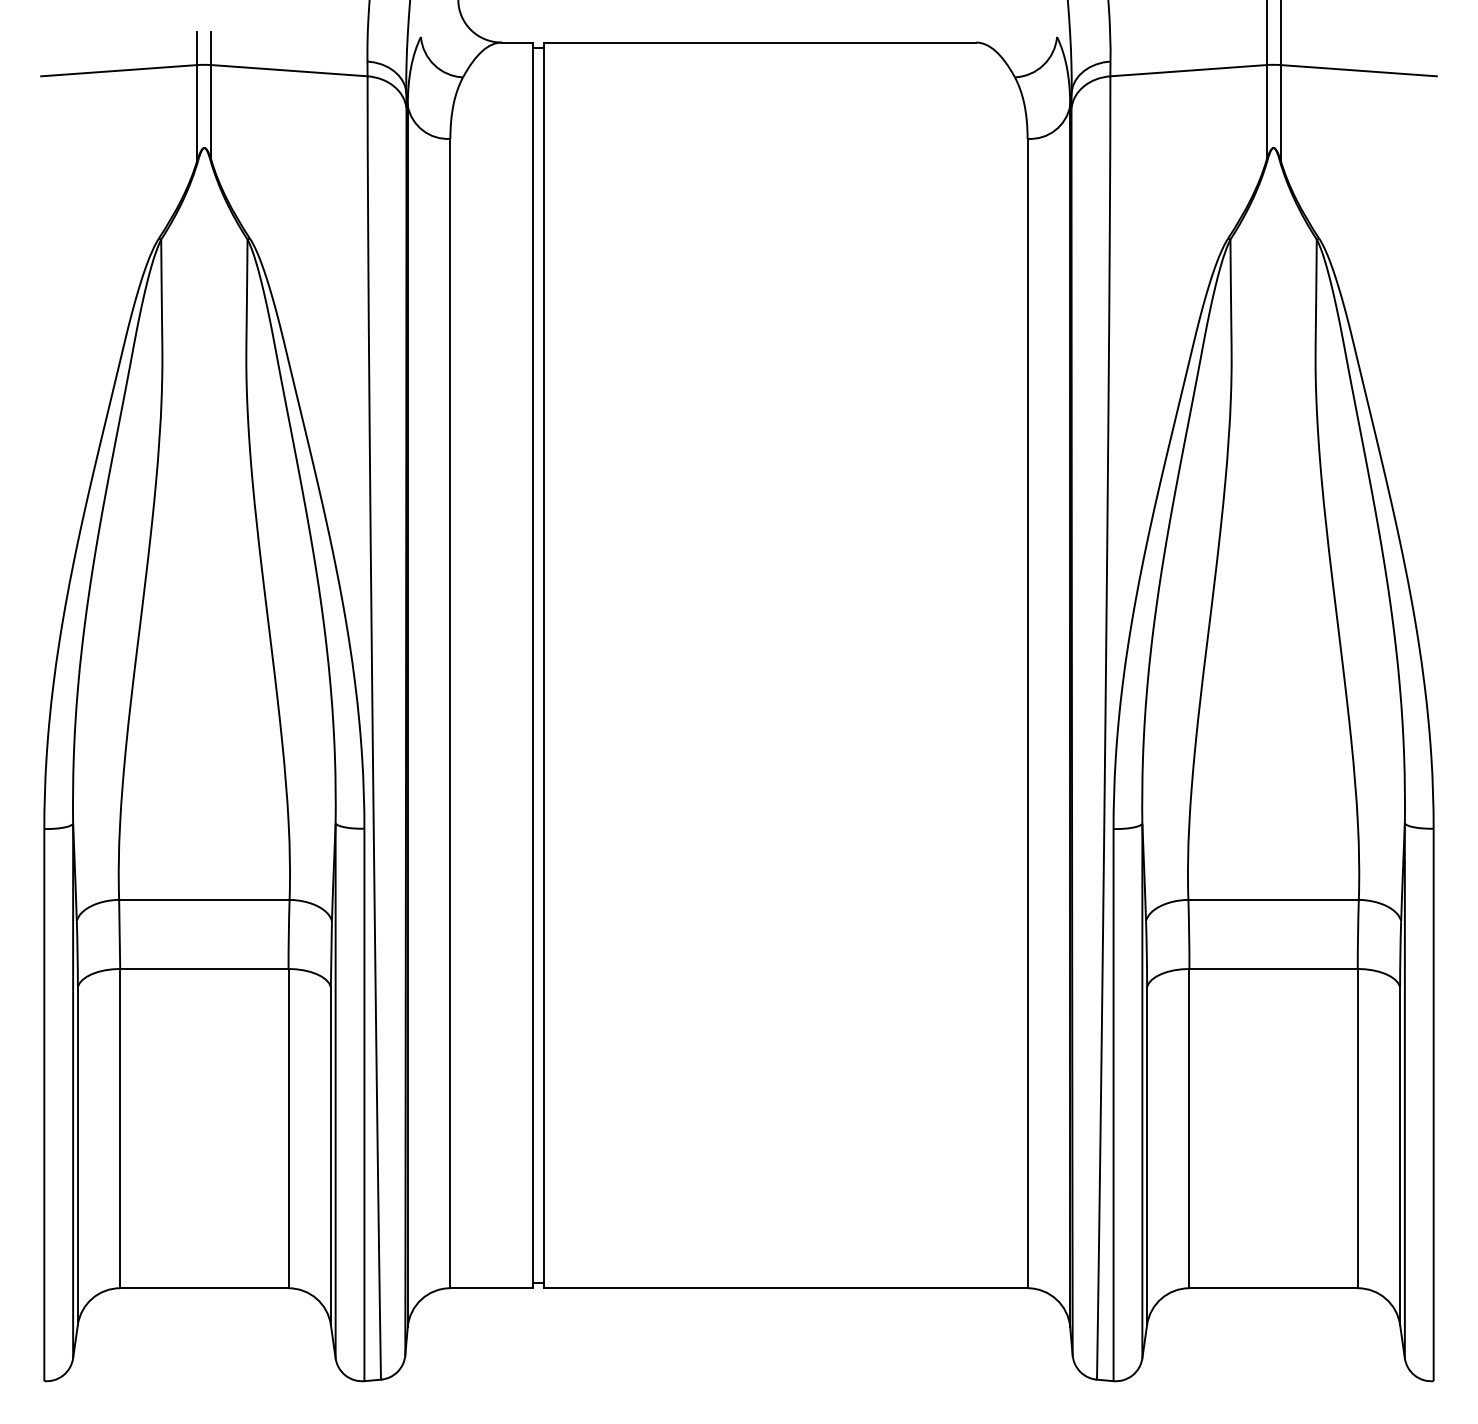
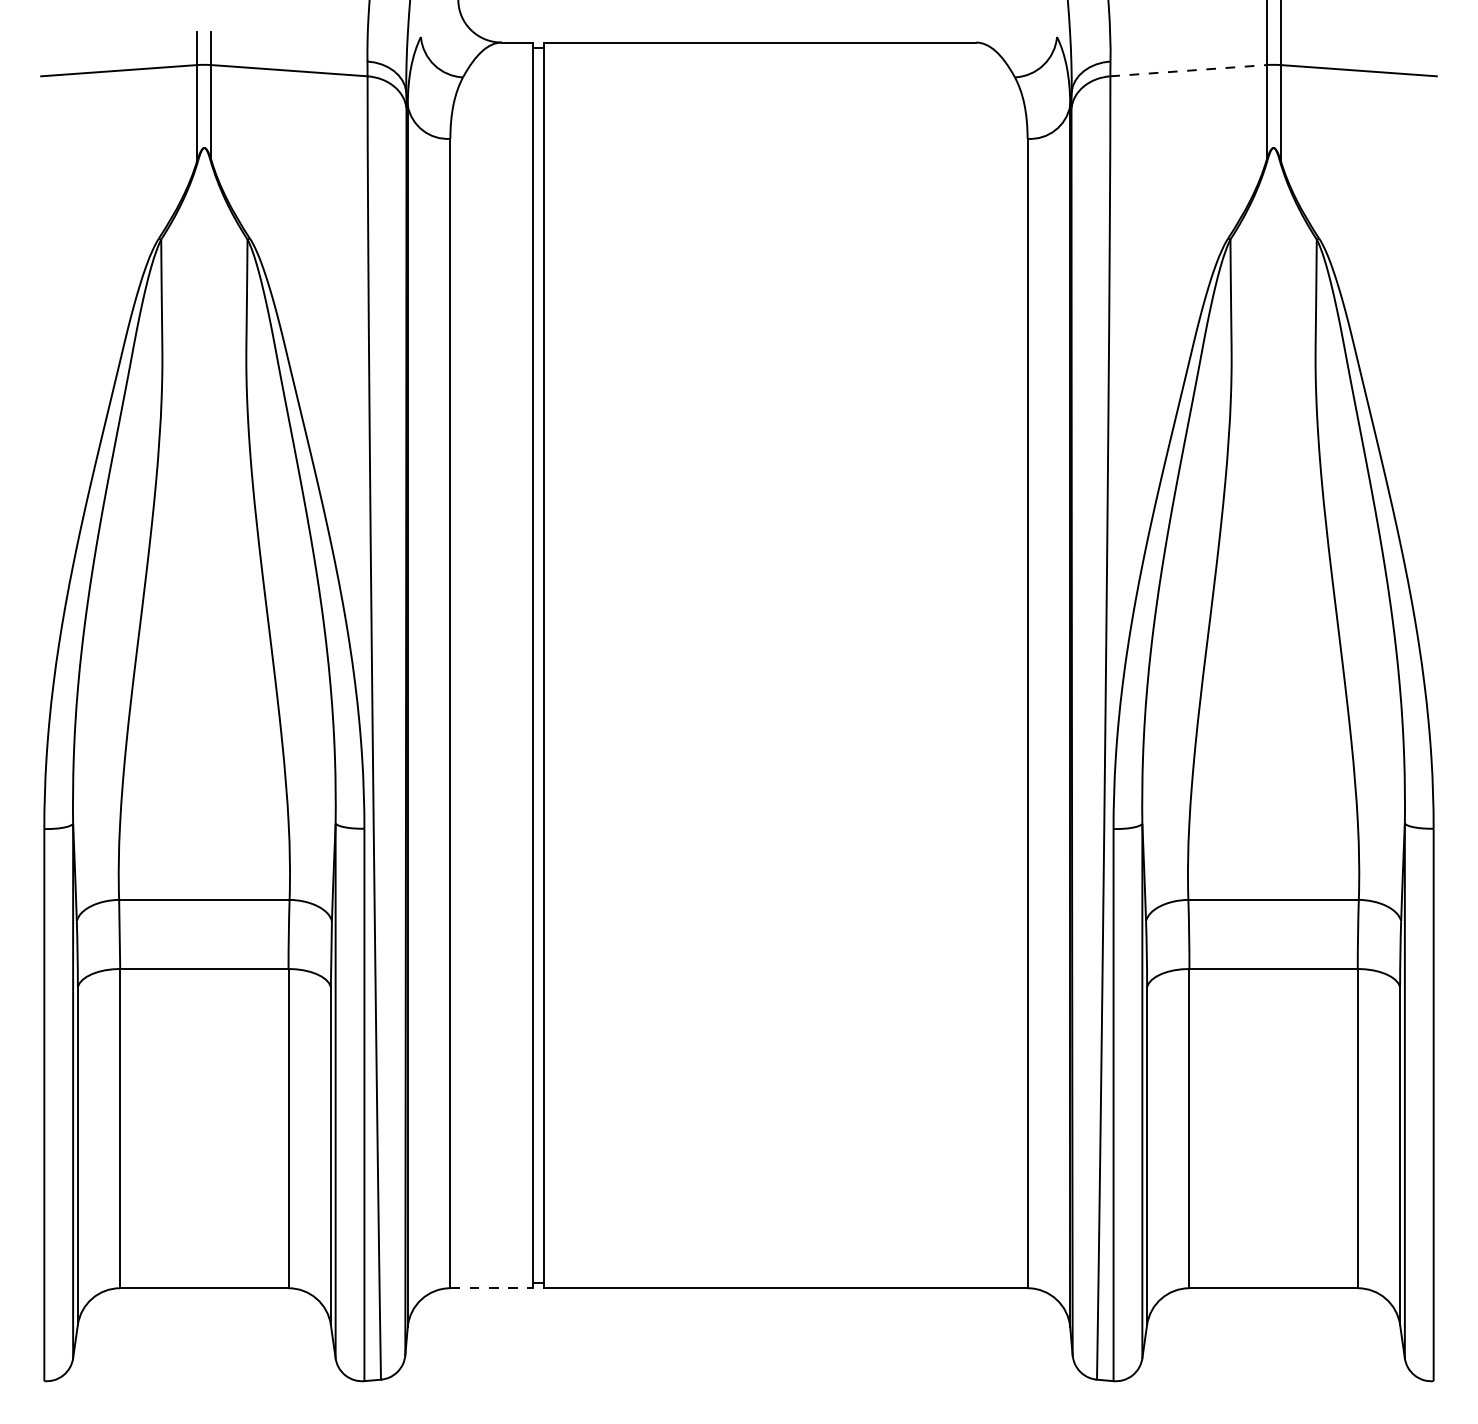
line at (1189, 70): solid -> dashed
line at (492, 1288): solid -> dashed
